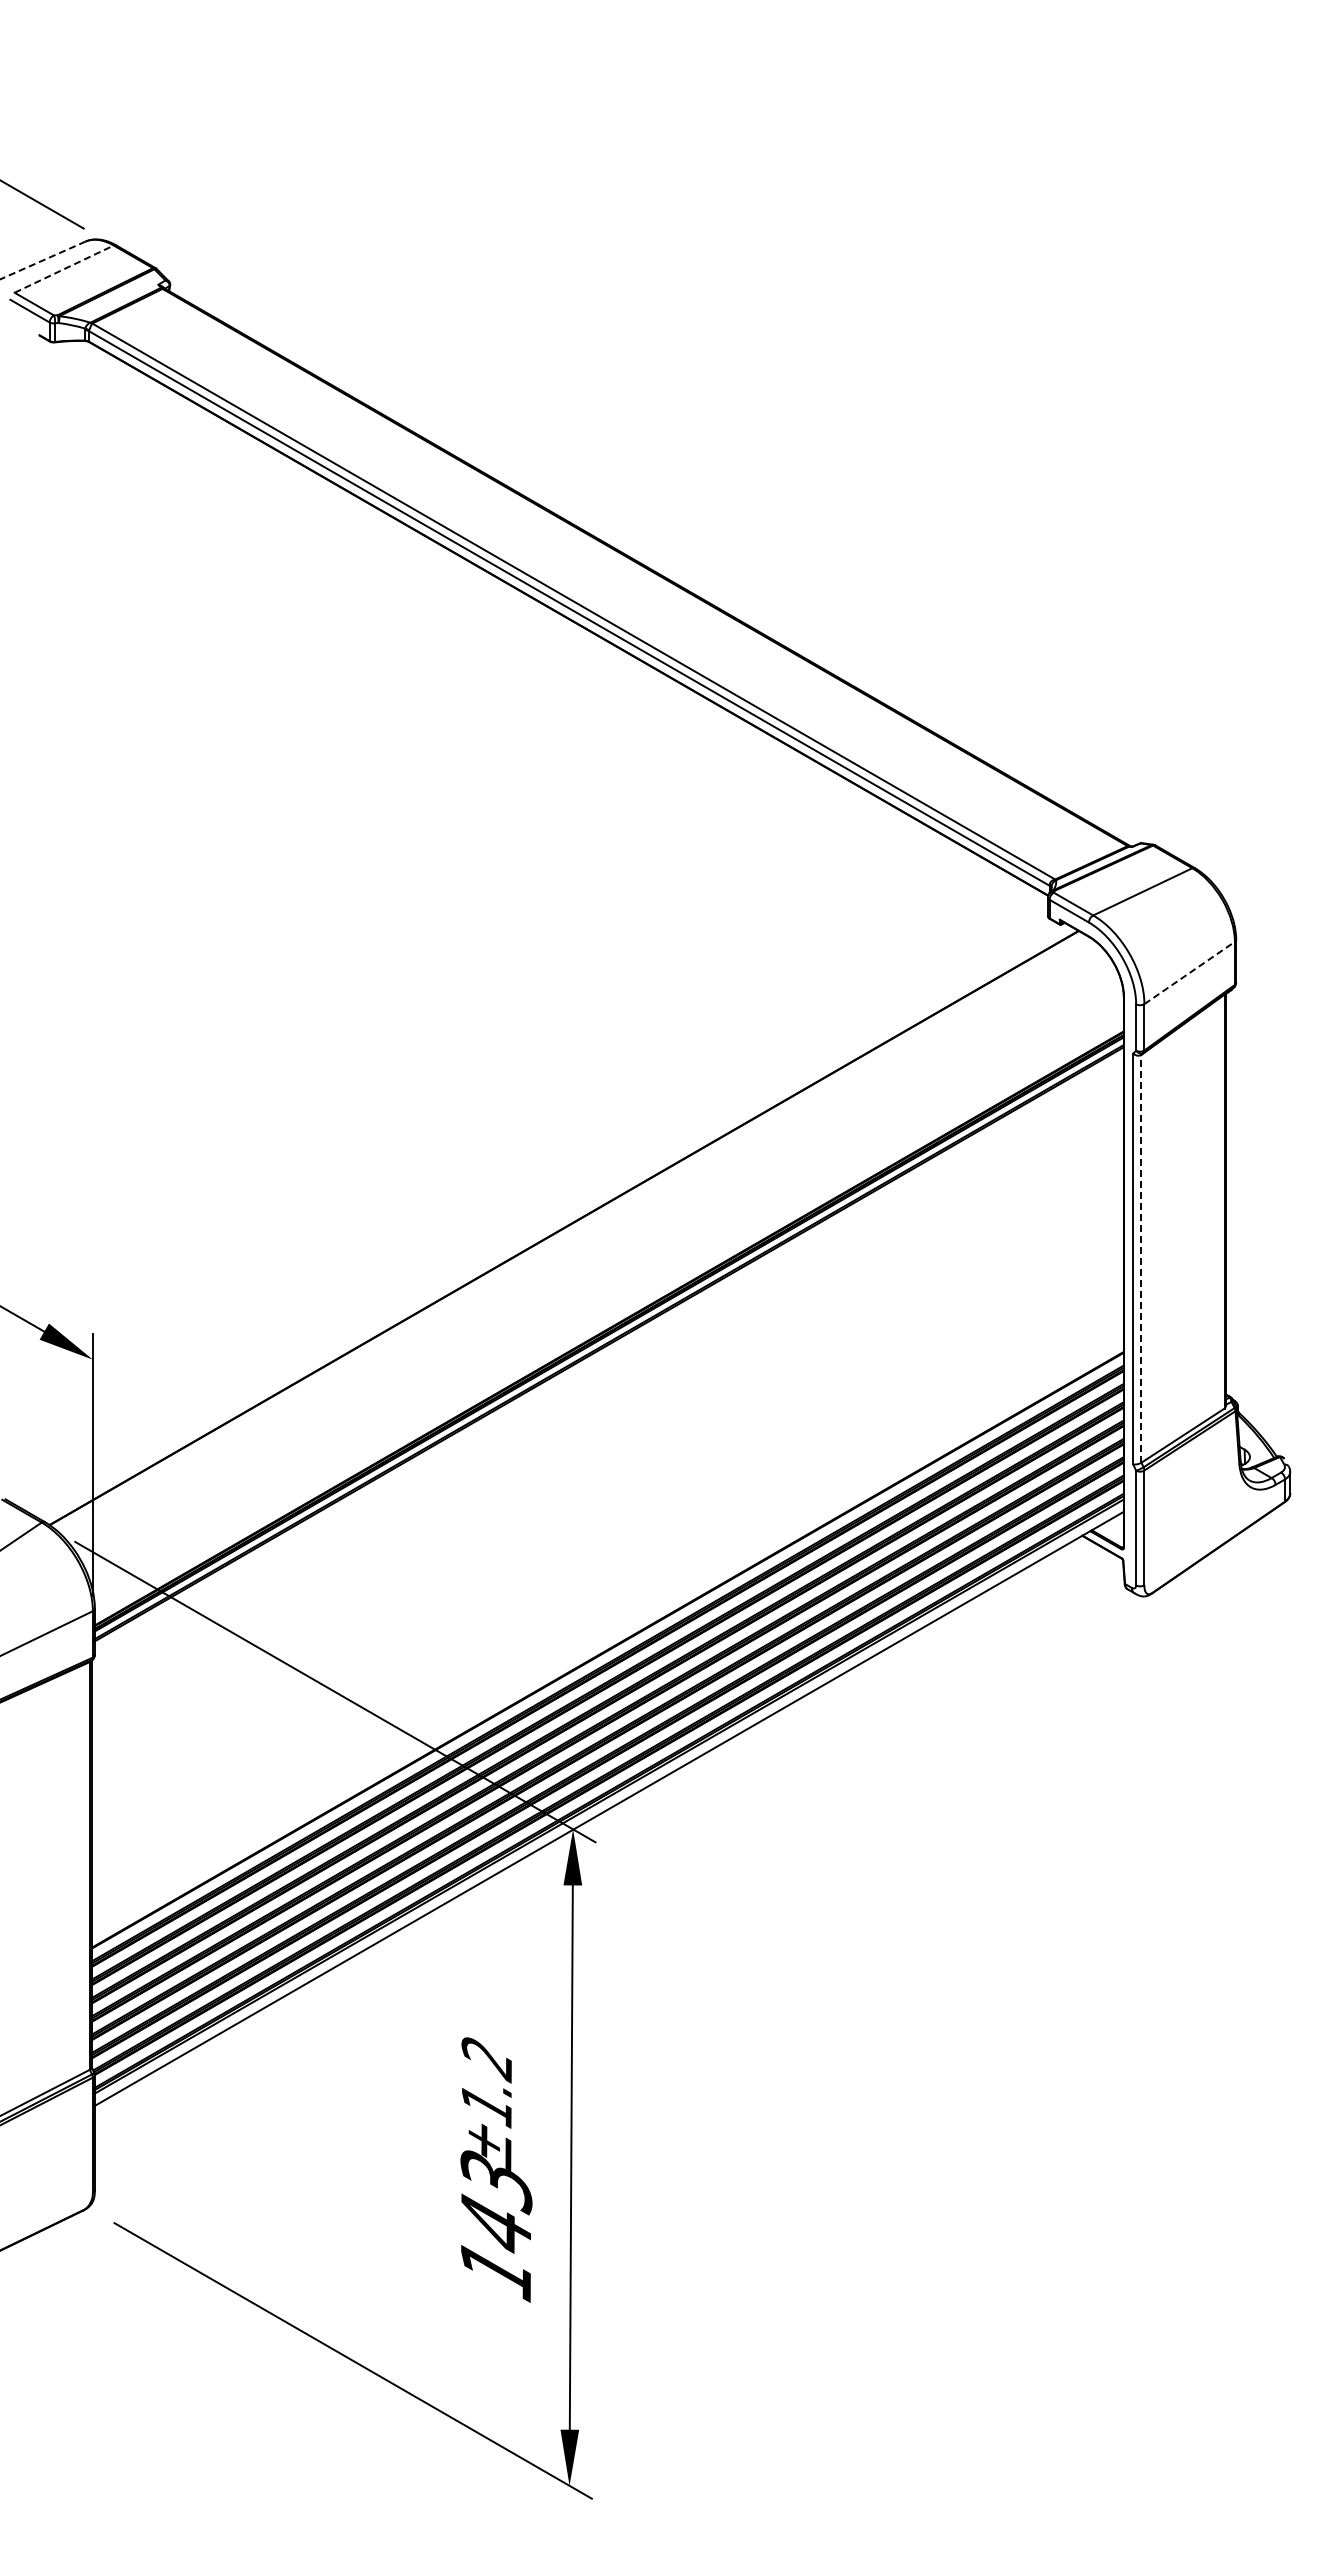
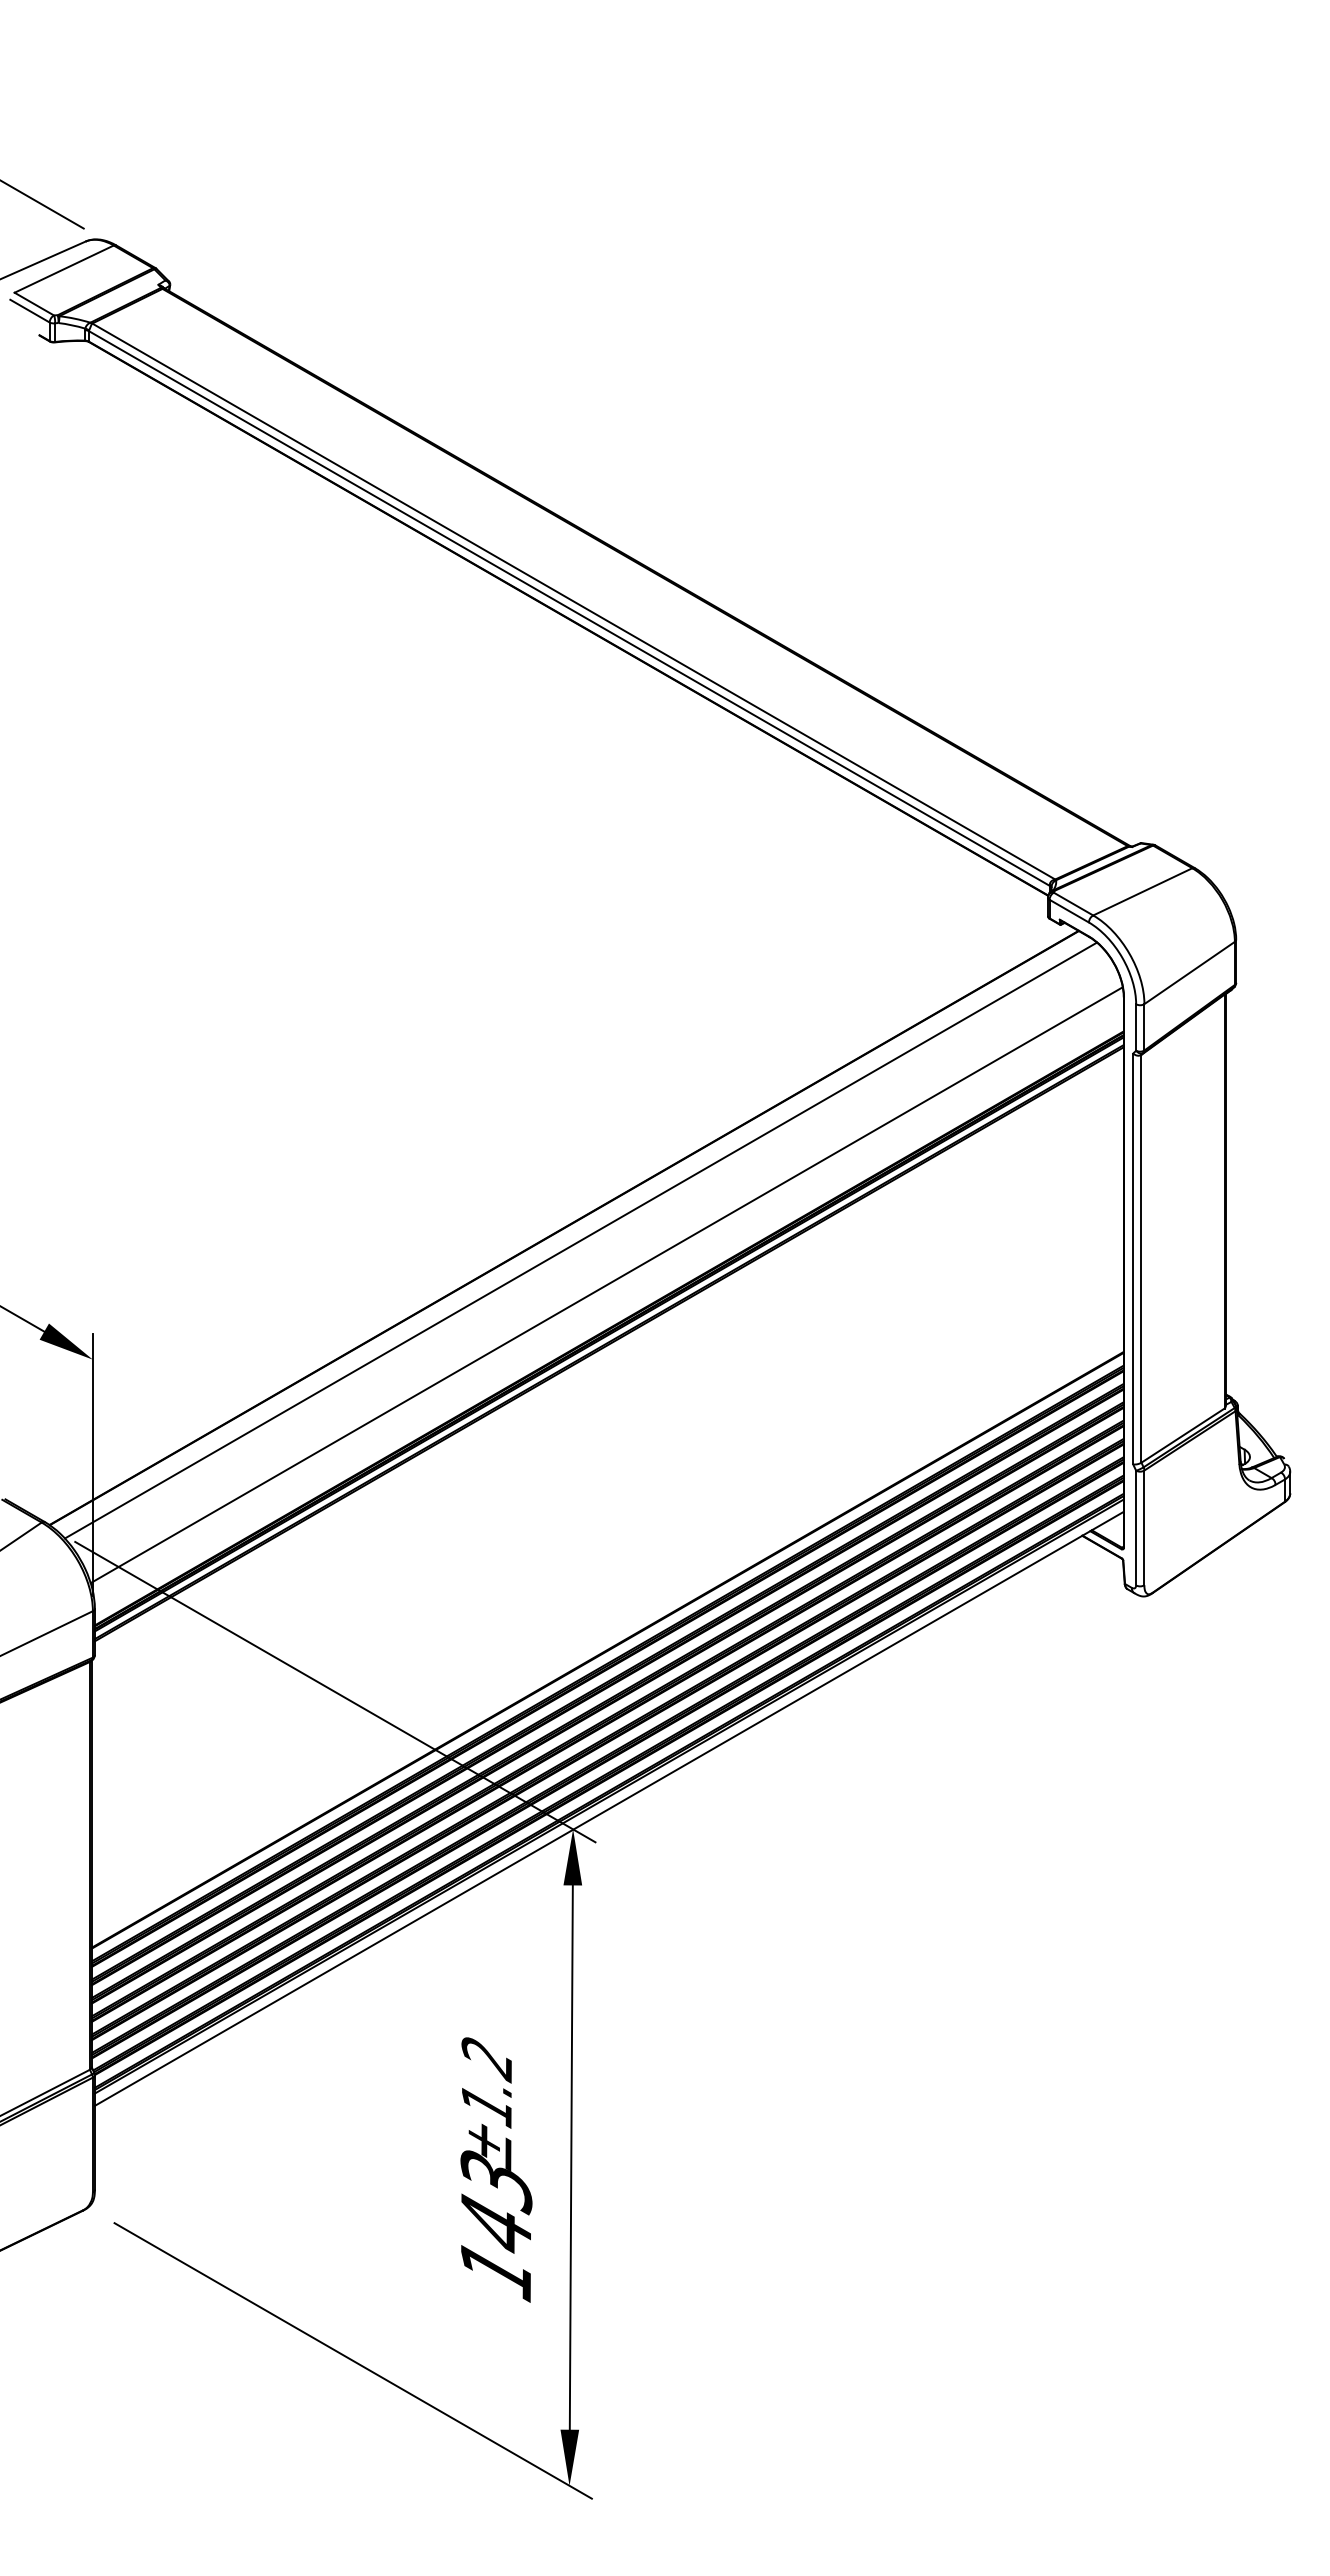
line at (42, 260): dashed -> solid
line at (64, 269): dashed -> solid
line at (1189, 972): dashed -> solid
line at (580, 1240): none -> present
line at (1141, 1258): dashed -> solid
line at (606, 1285): none -> present
